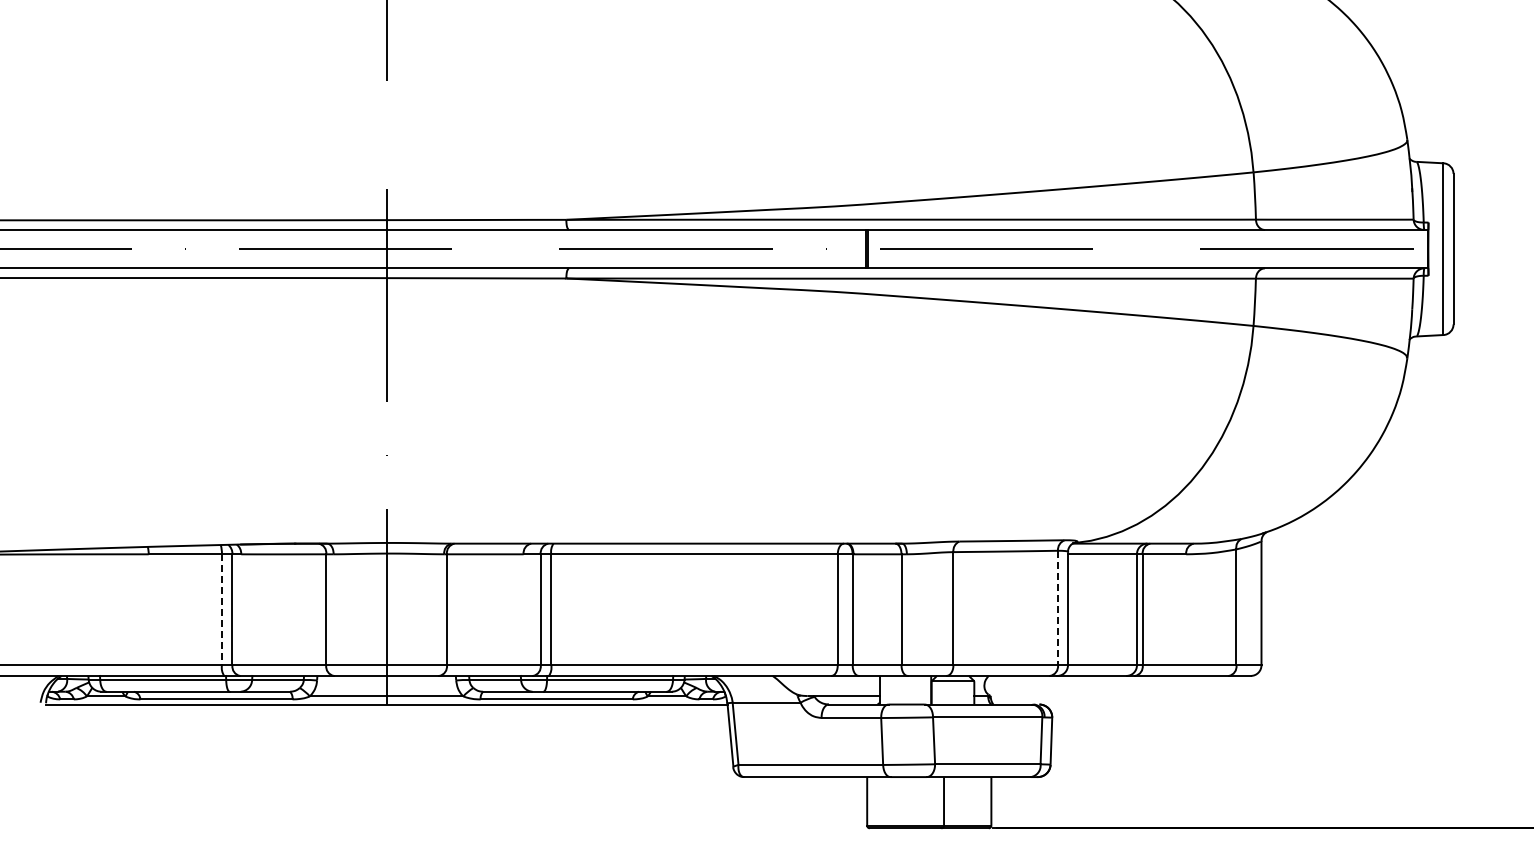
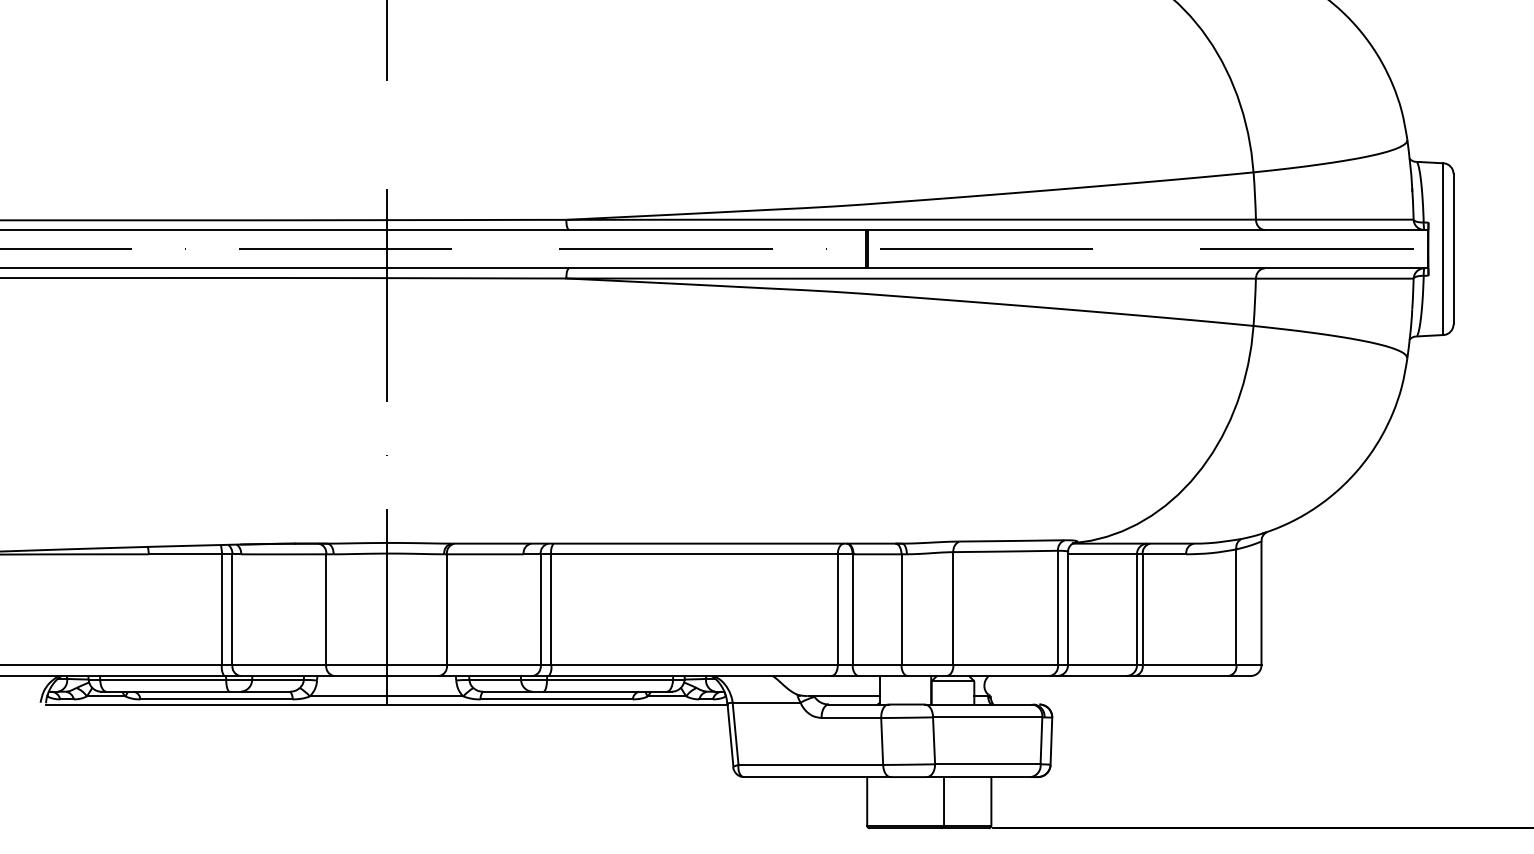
line at (1058, 608): dashed -> solid
line at (221, 610): dashed -> solid
